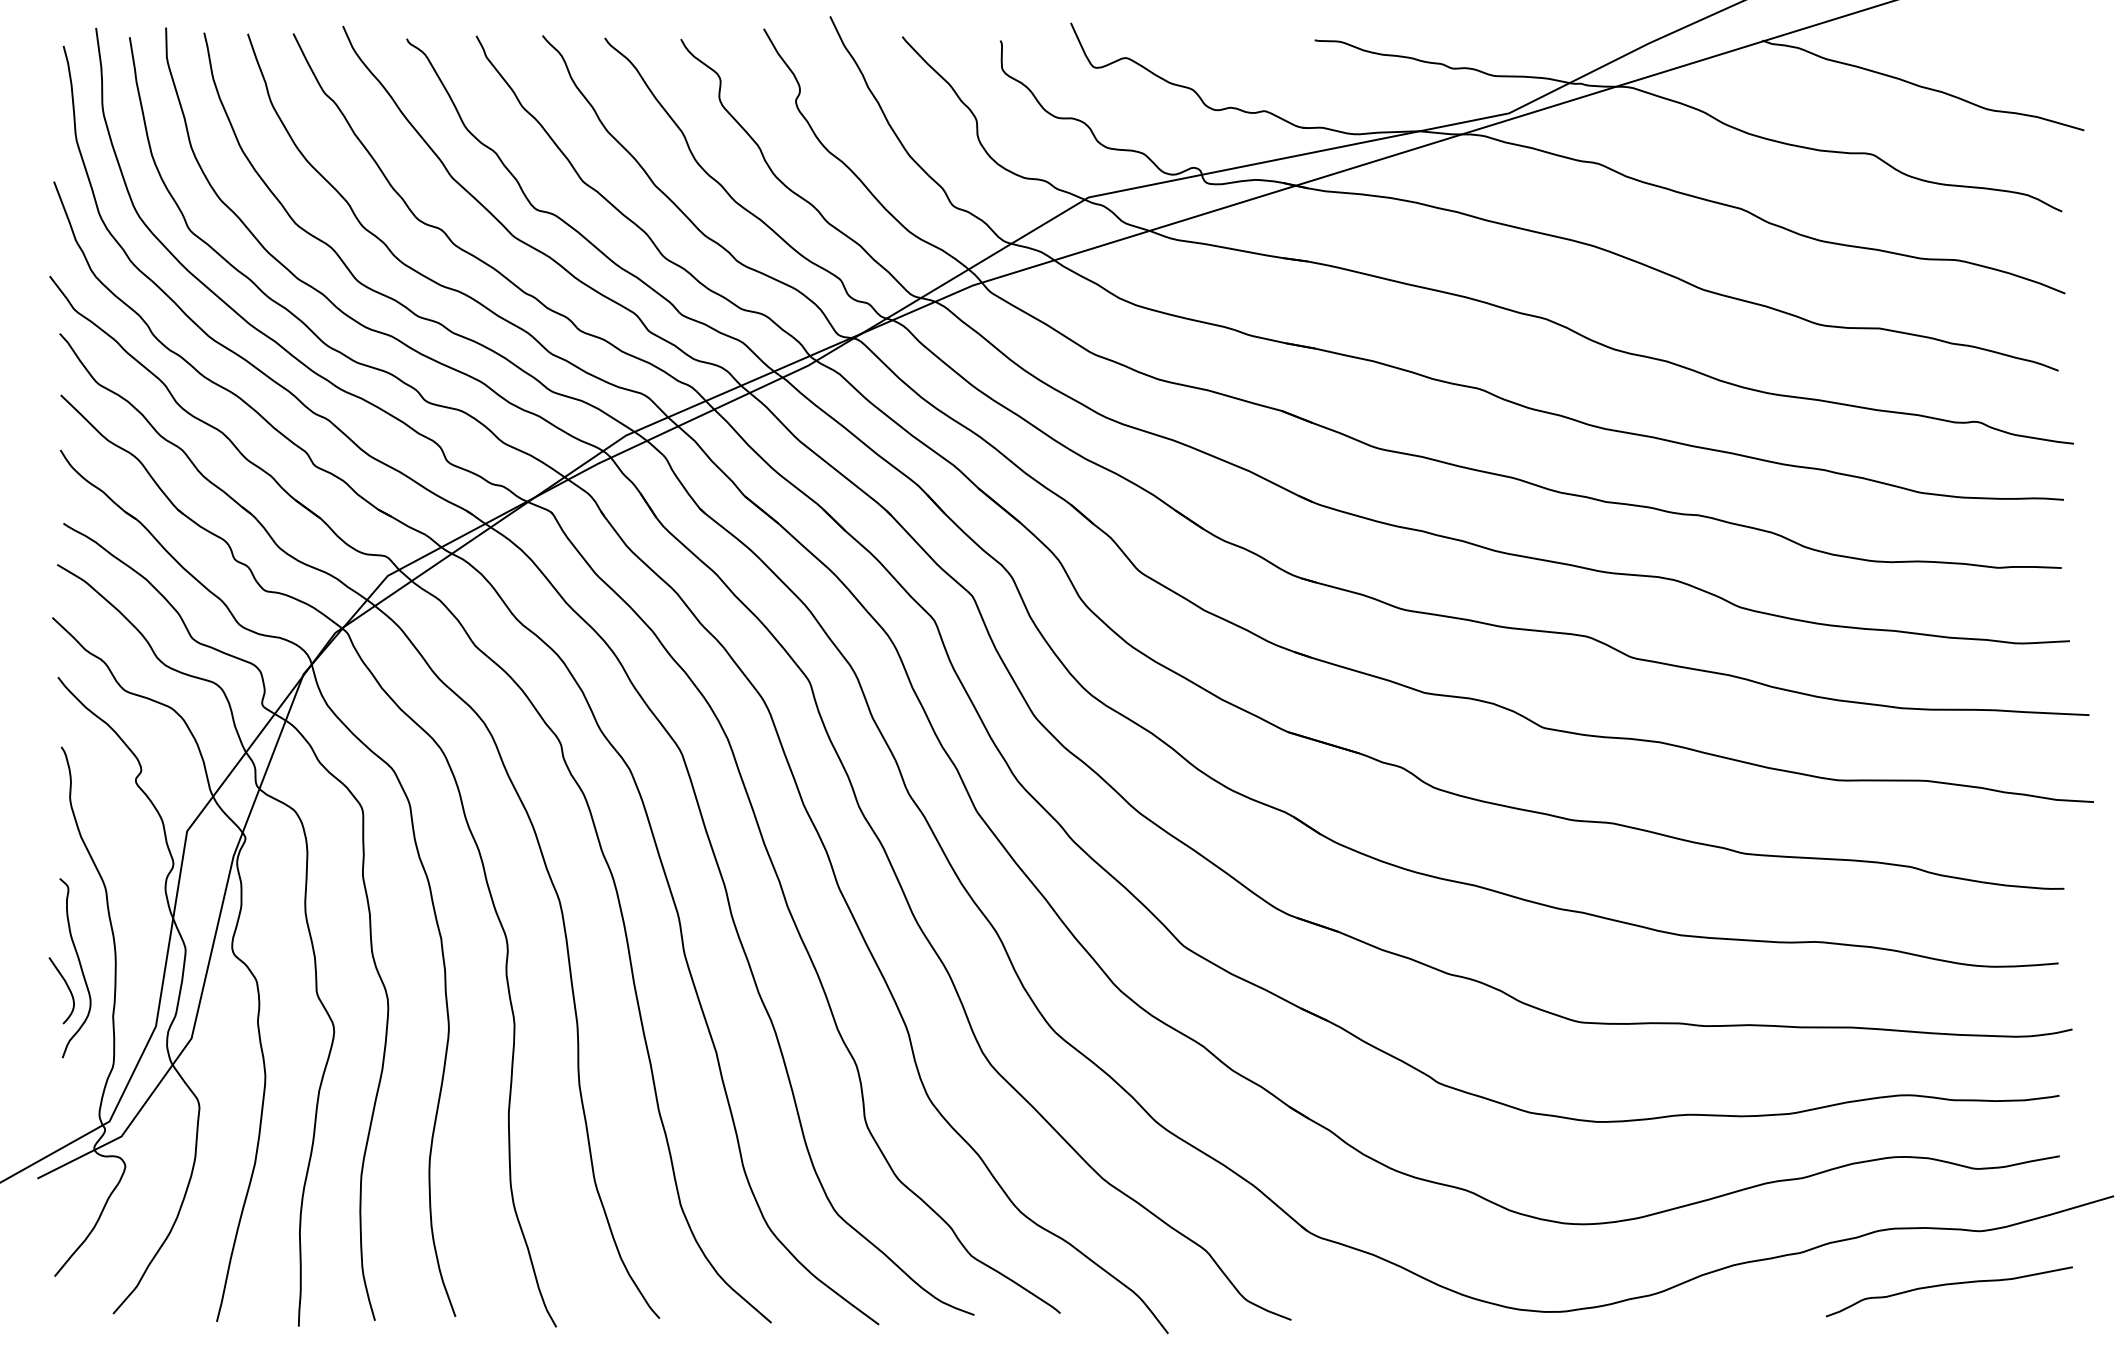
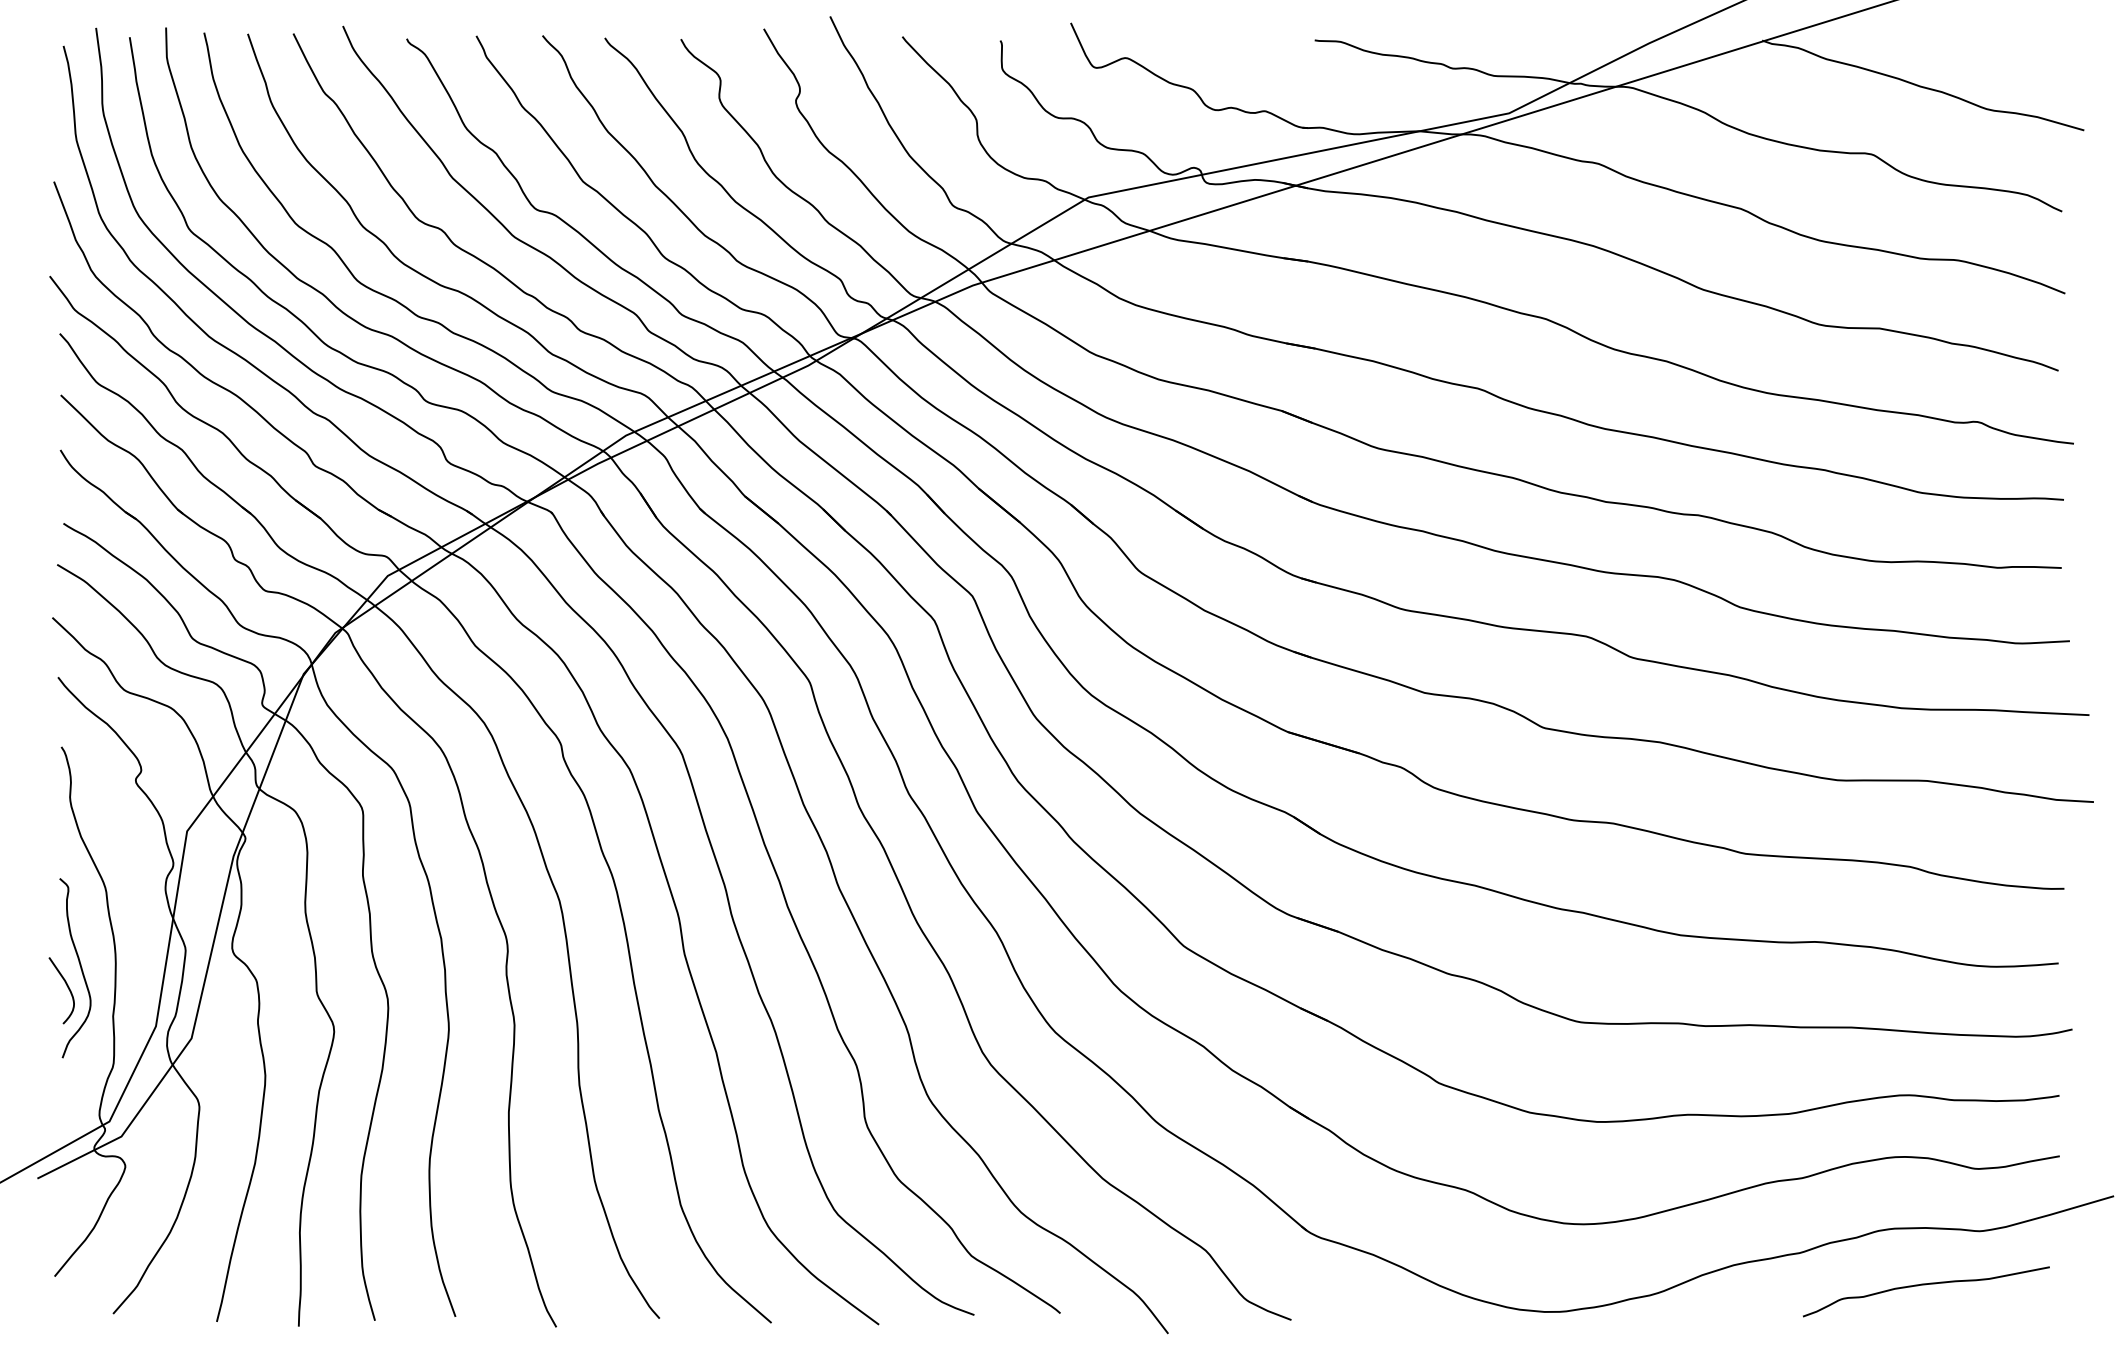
curve at (1948, 1285) position: (1948, 1285) -> (1925, 1285)
